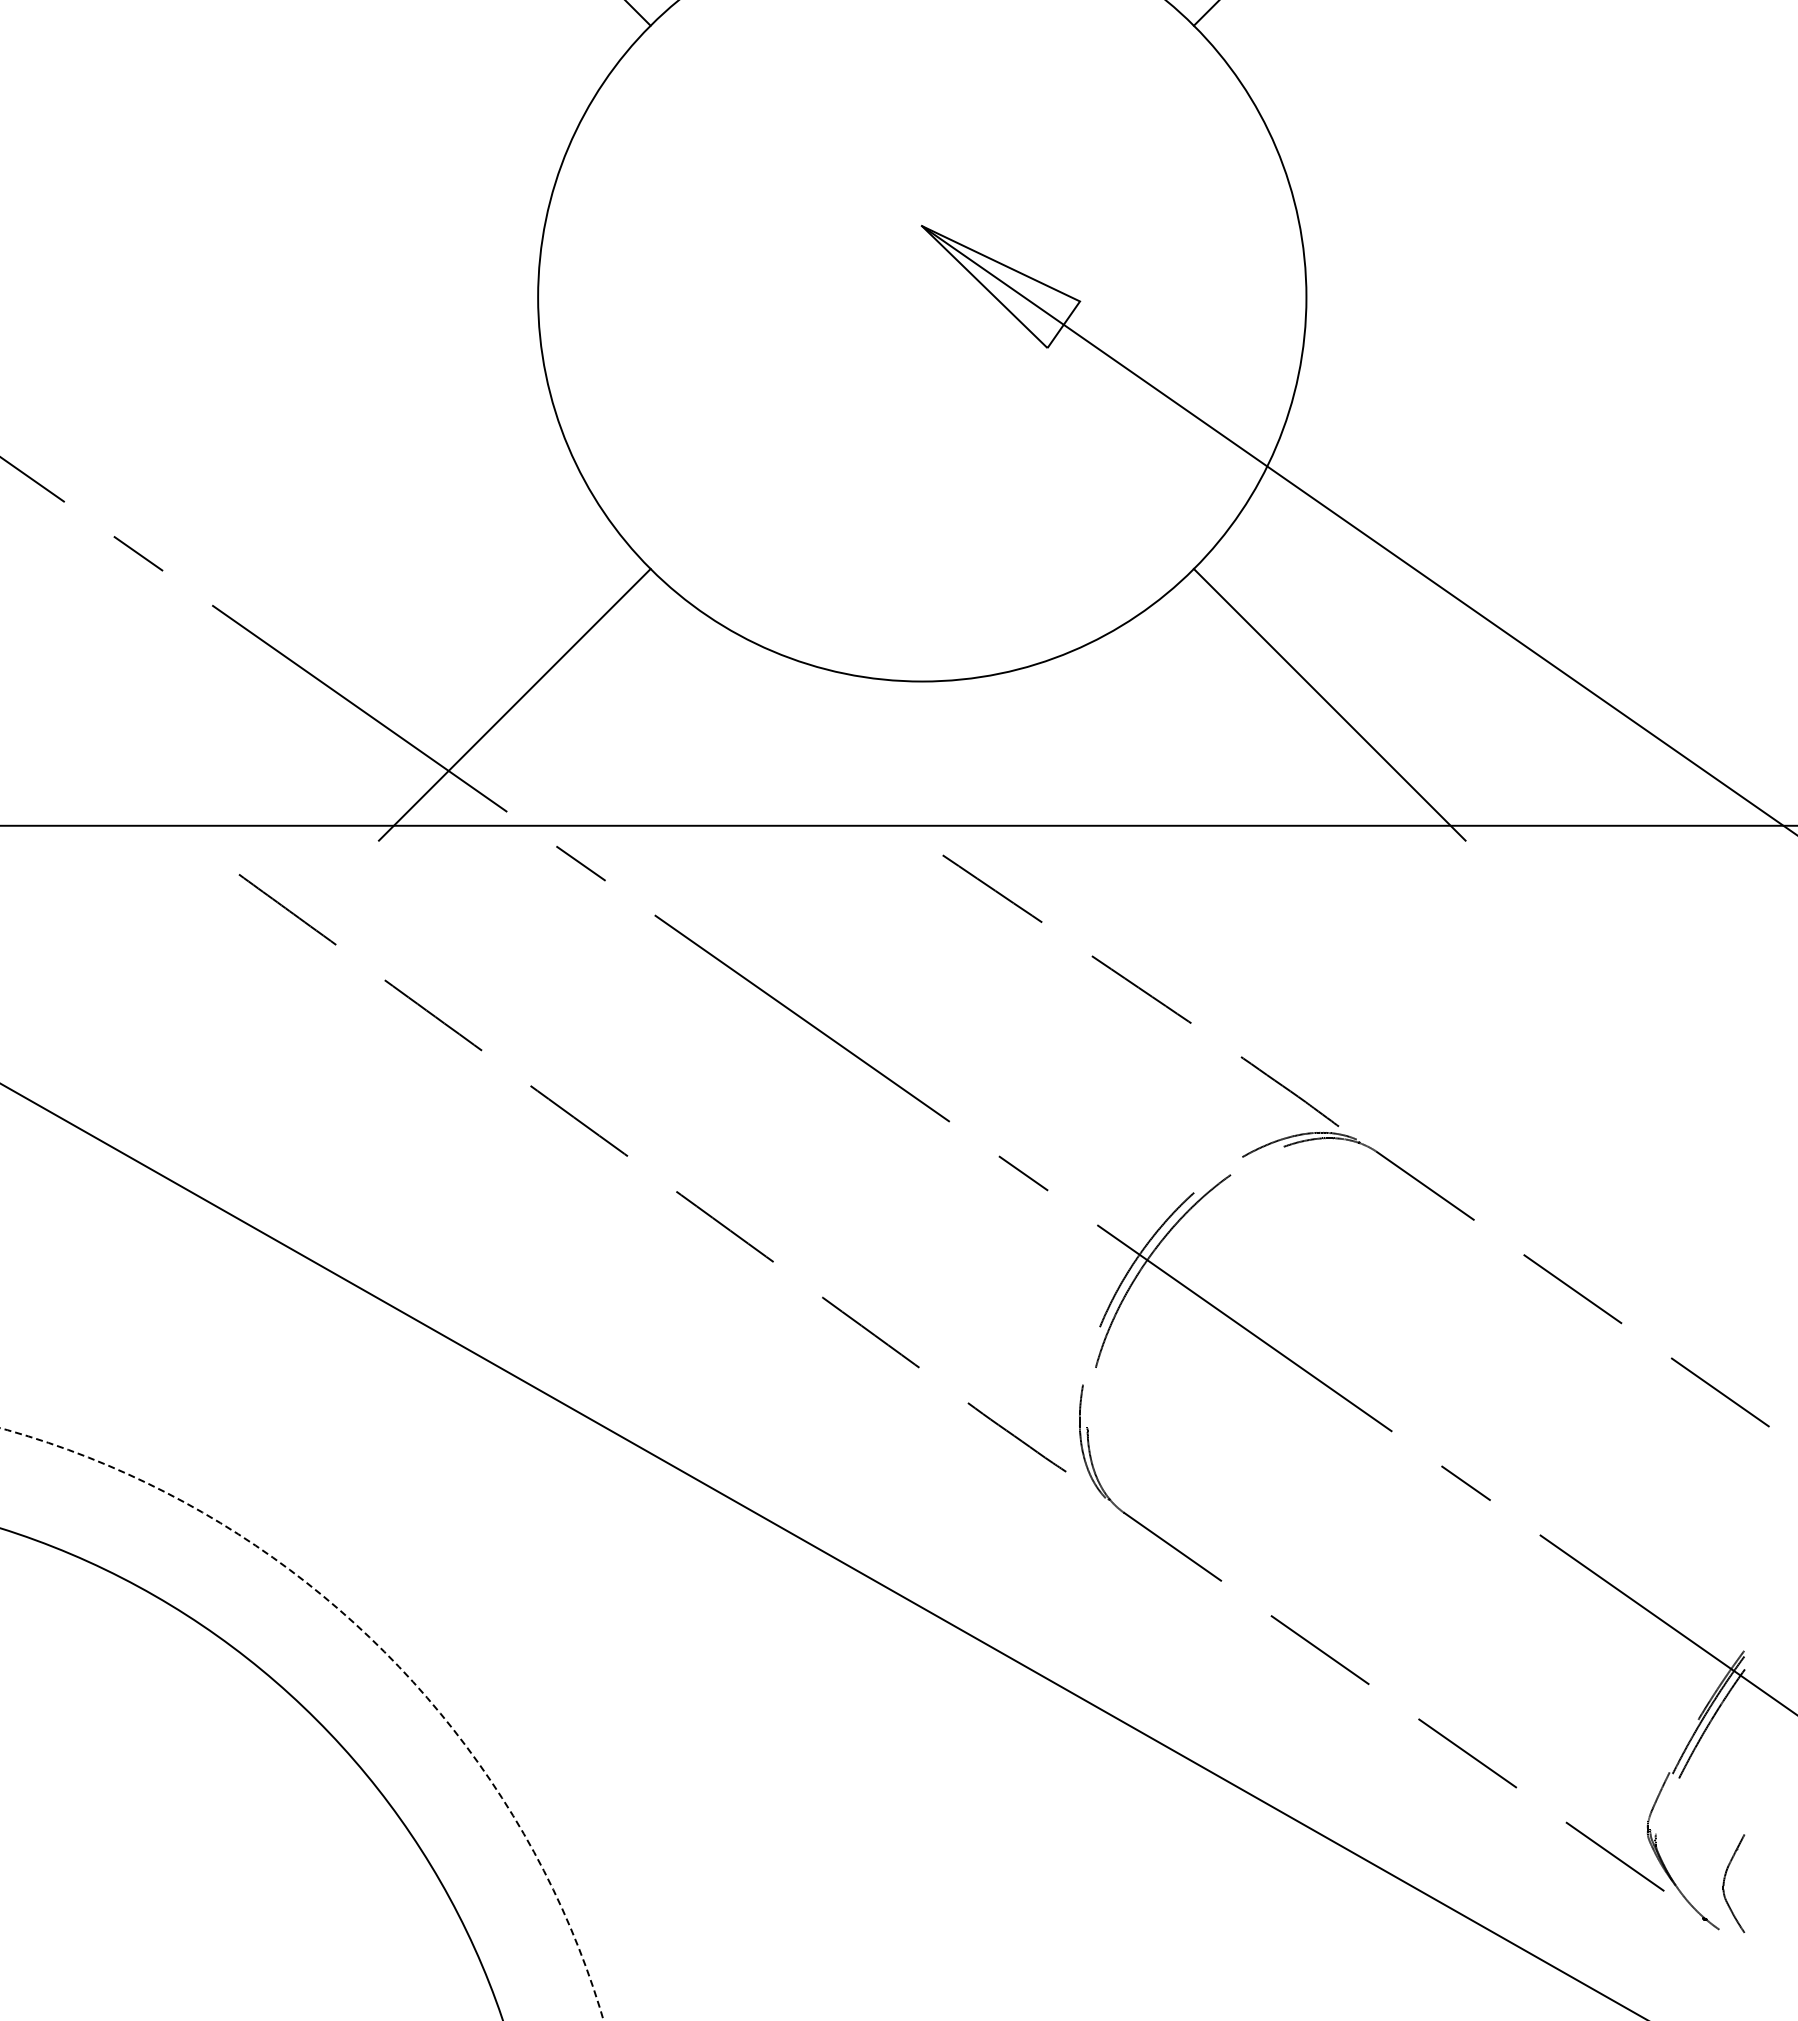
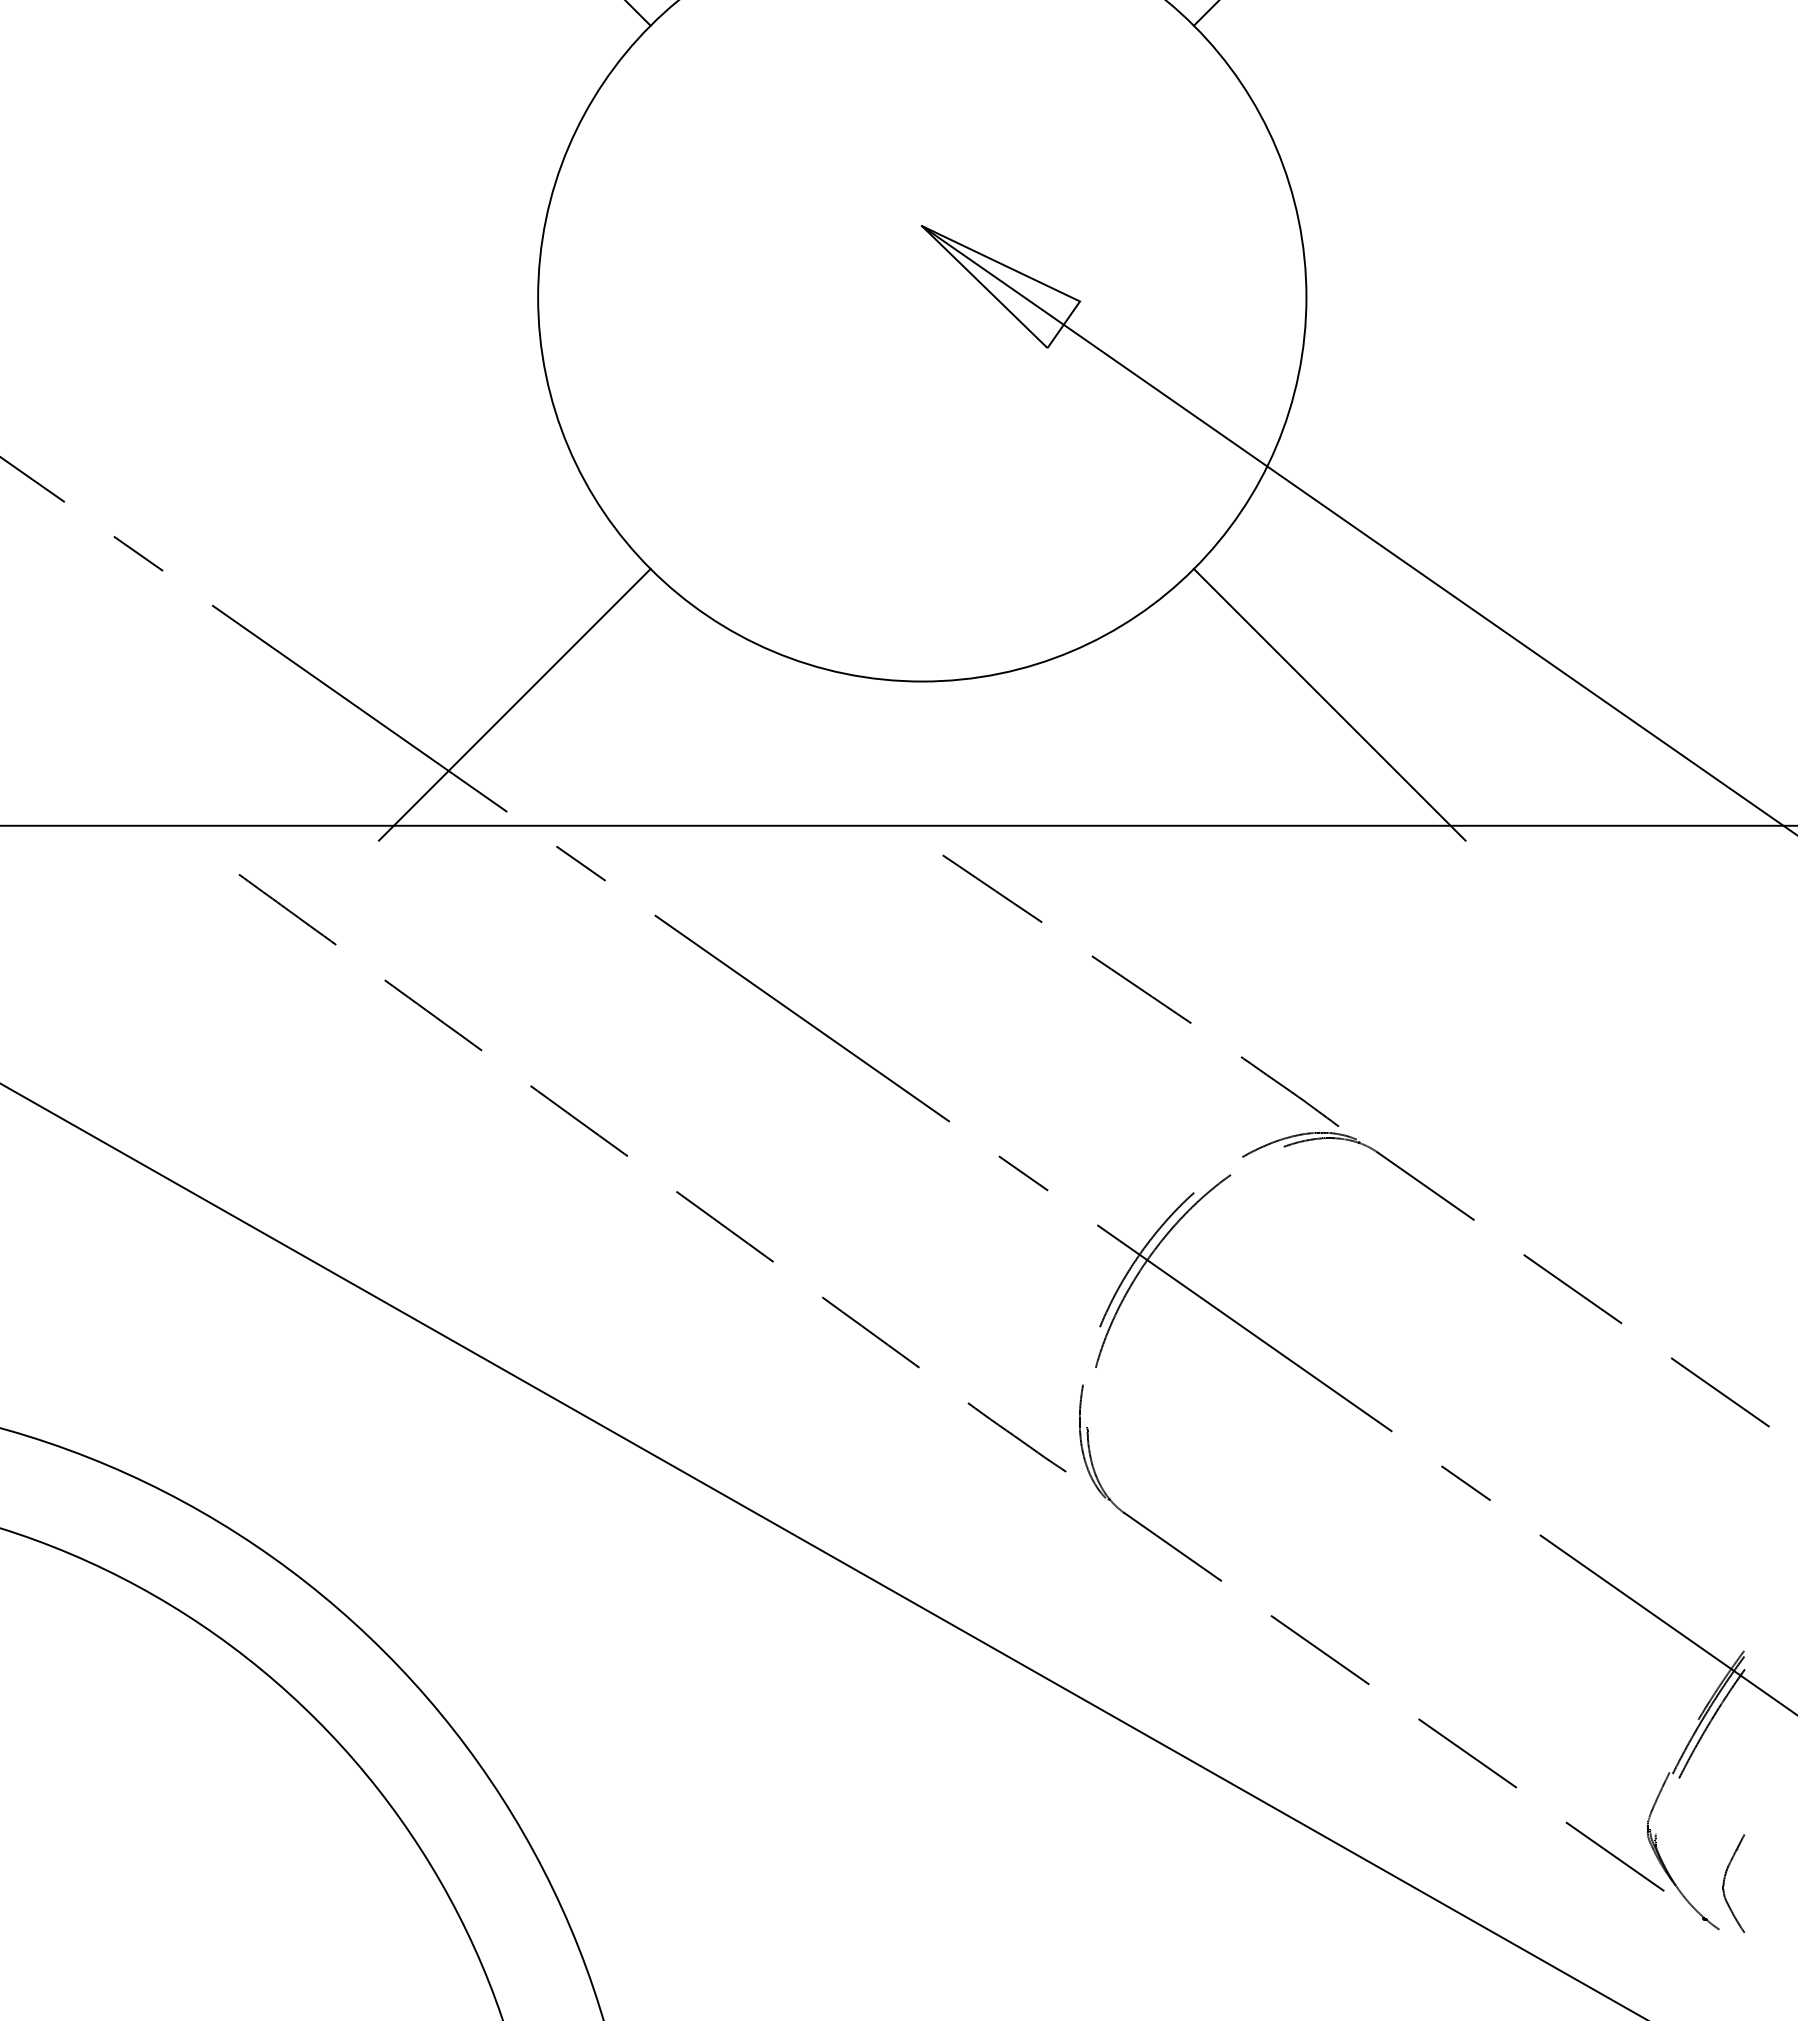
circle at (301, 1724): dashed -> solid
